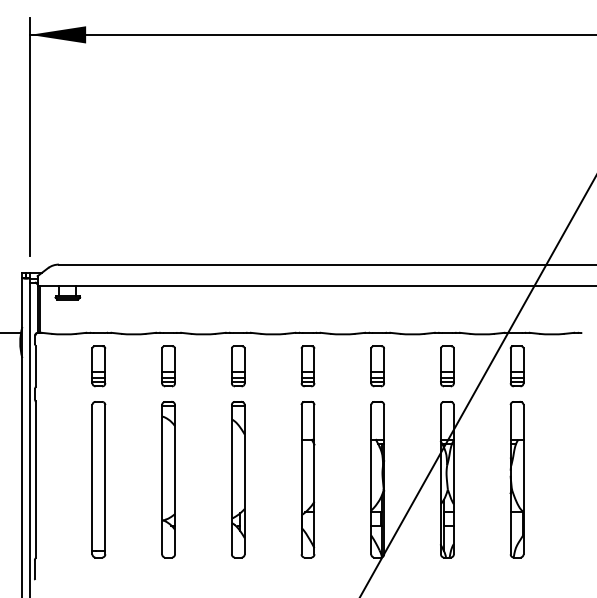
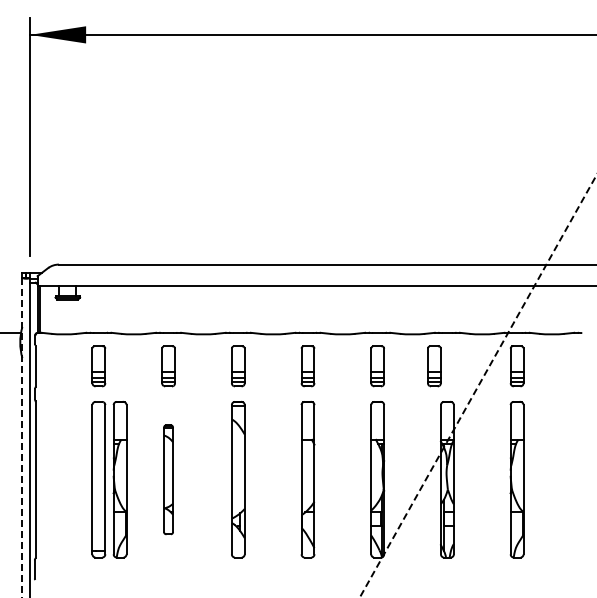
part at (447, 366) position: (447, 366) -> (434, 366)
line at (478, 385): solid -> dashed
line at (22, 437): solid -> dashed
part at (119, 479): none -> present
part at (168, 479) size: 15x158 px -> 11x112 px
